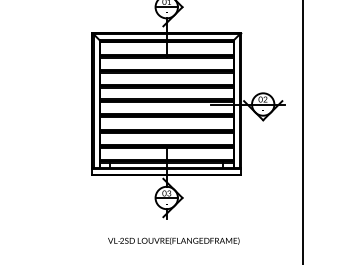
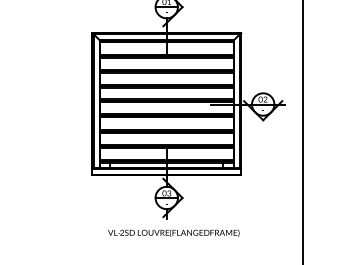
text at (173, 240) position: (173, 240) -> (173, 232)
